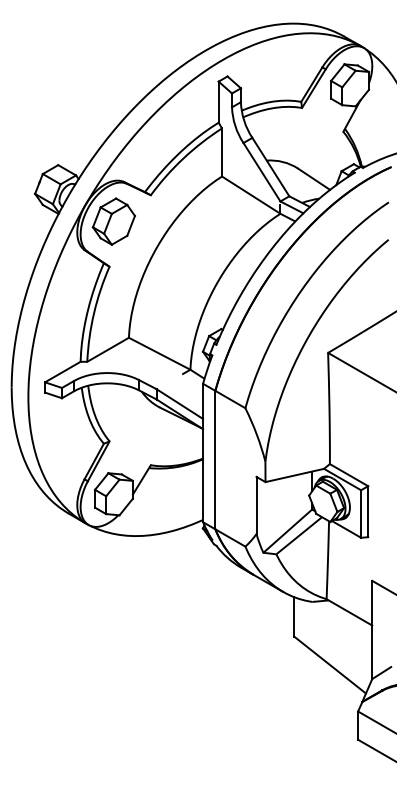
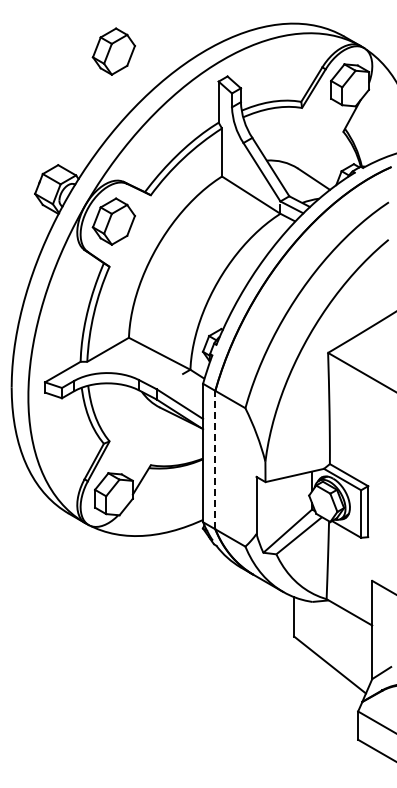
part at (113, 51): none -> present
line at (215, 459): solid -> dashed
